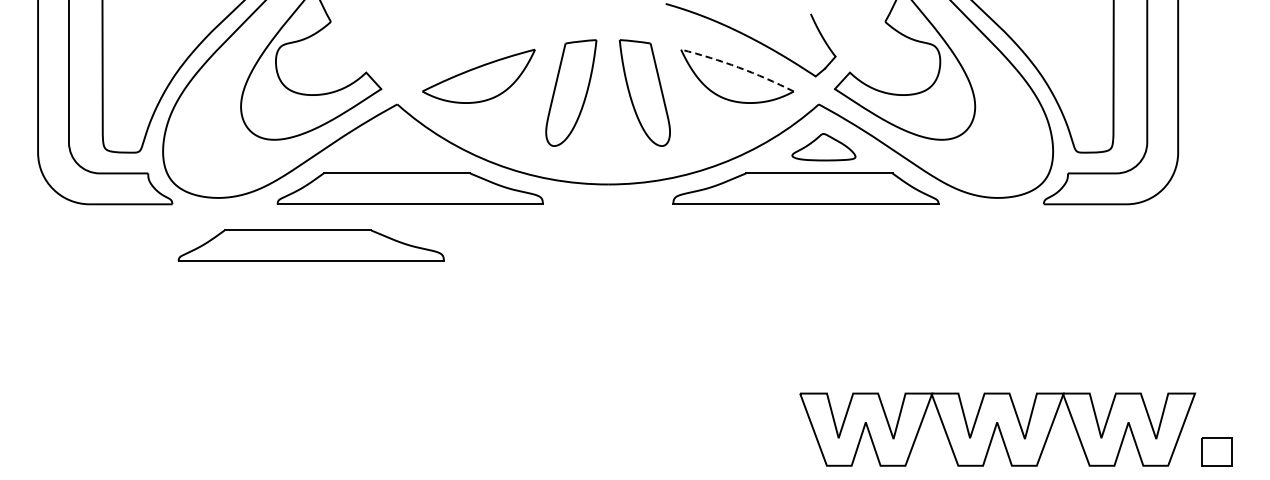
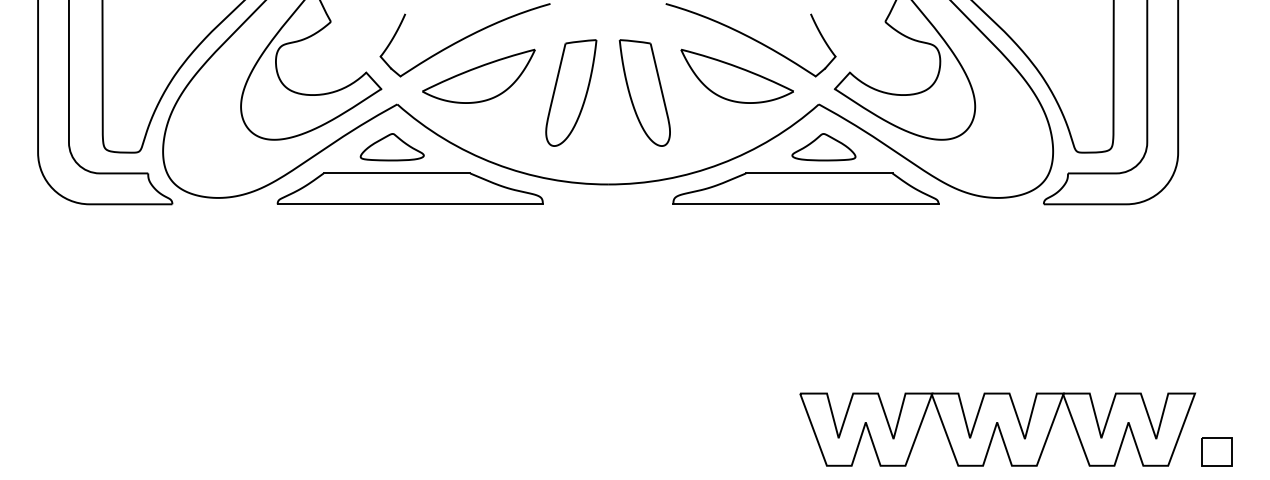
part at (464, 40): none -> present
arc at (738, 67): dashed -> solid
part at (391, 147): none -> present
part at (310, 245): present -> none
